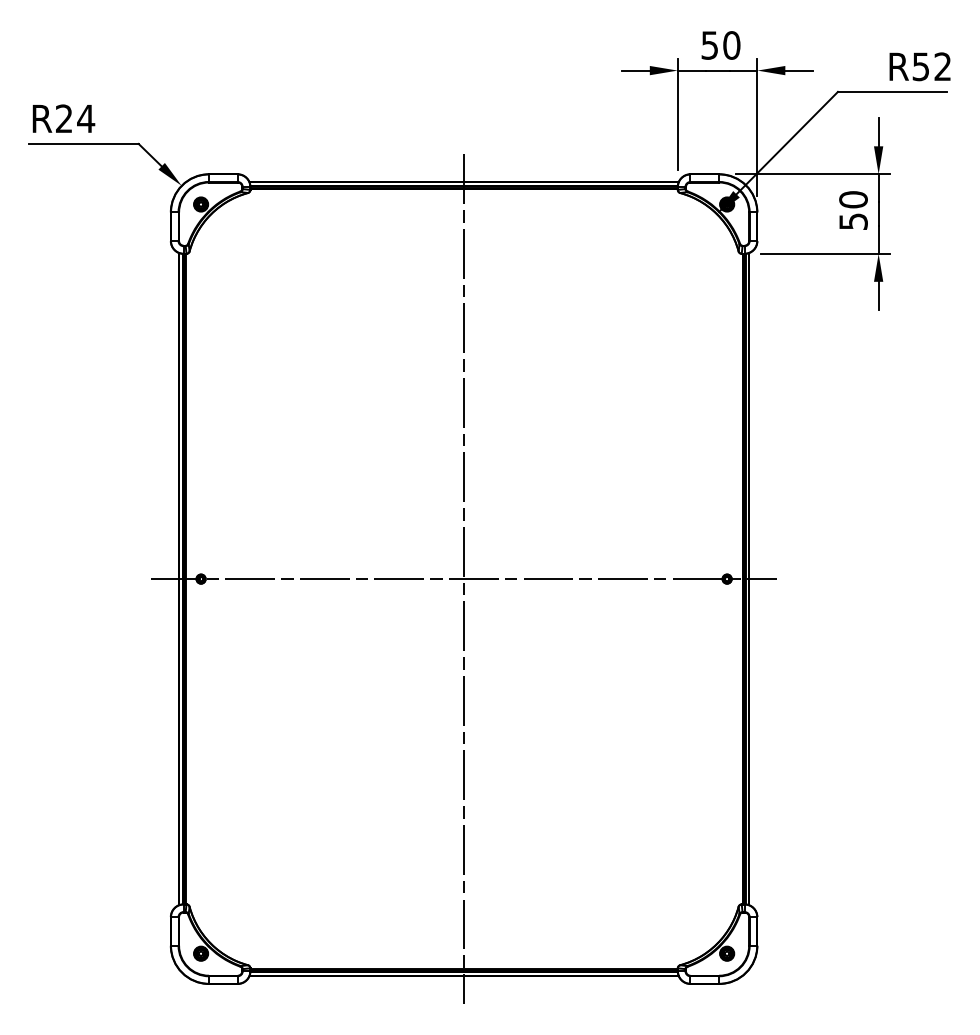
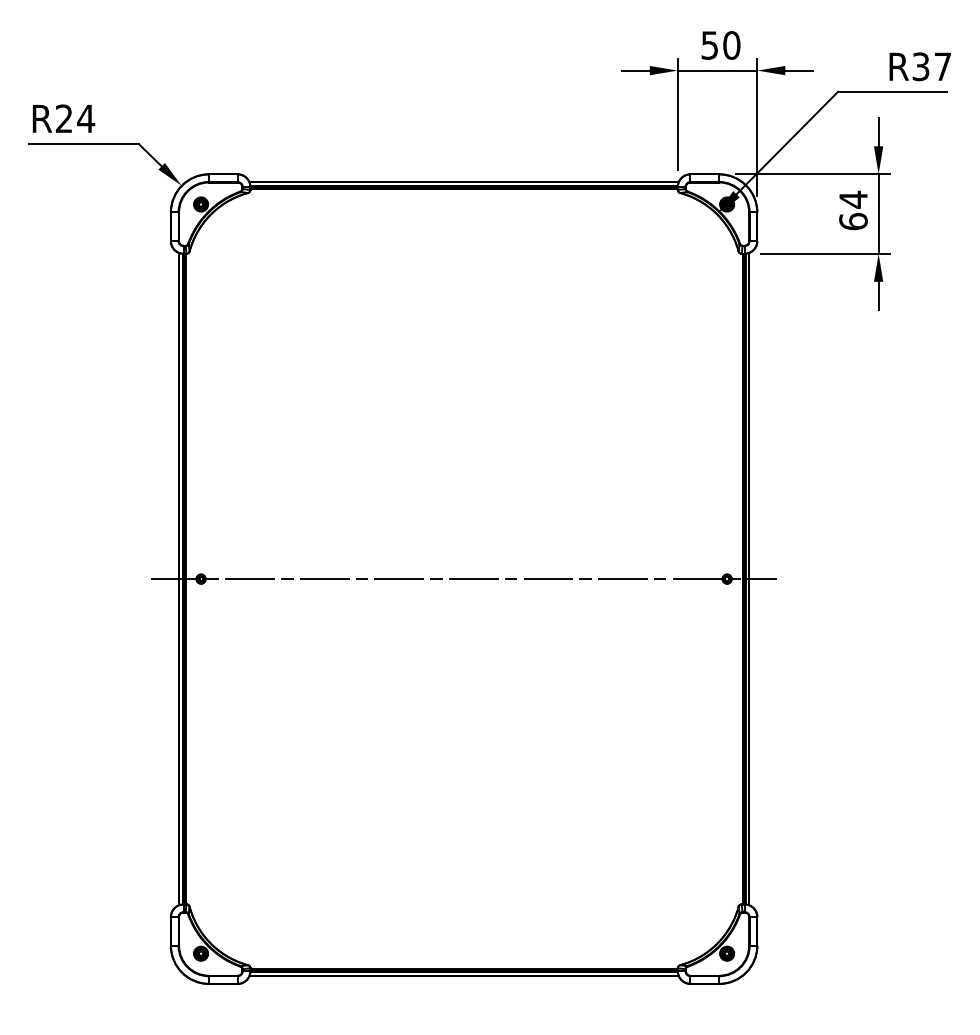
text at (931, 66): R52 -> R37
text at (853, 210): 50 -> 64
line at (464, 578): present -> none
